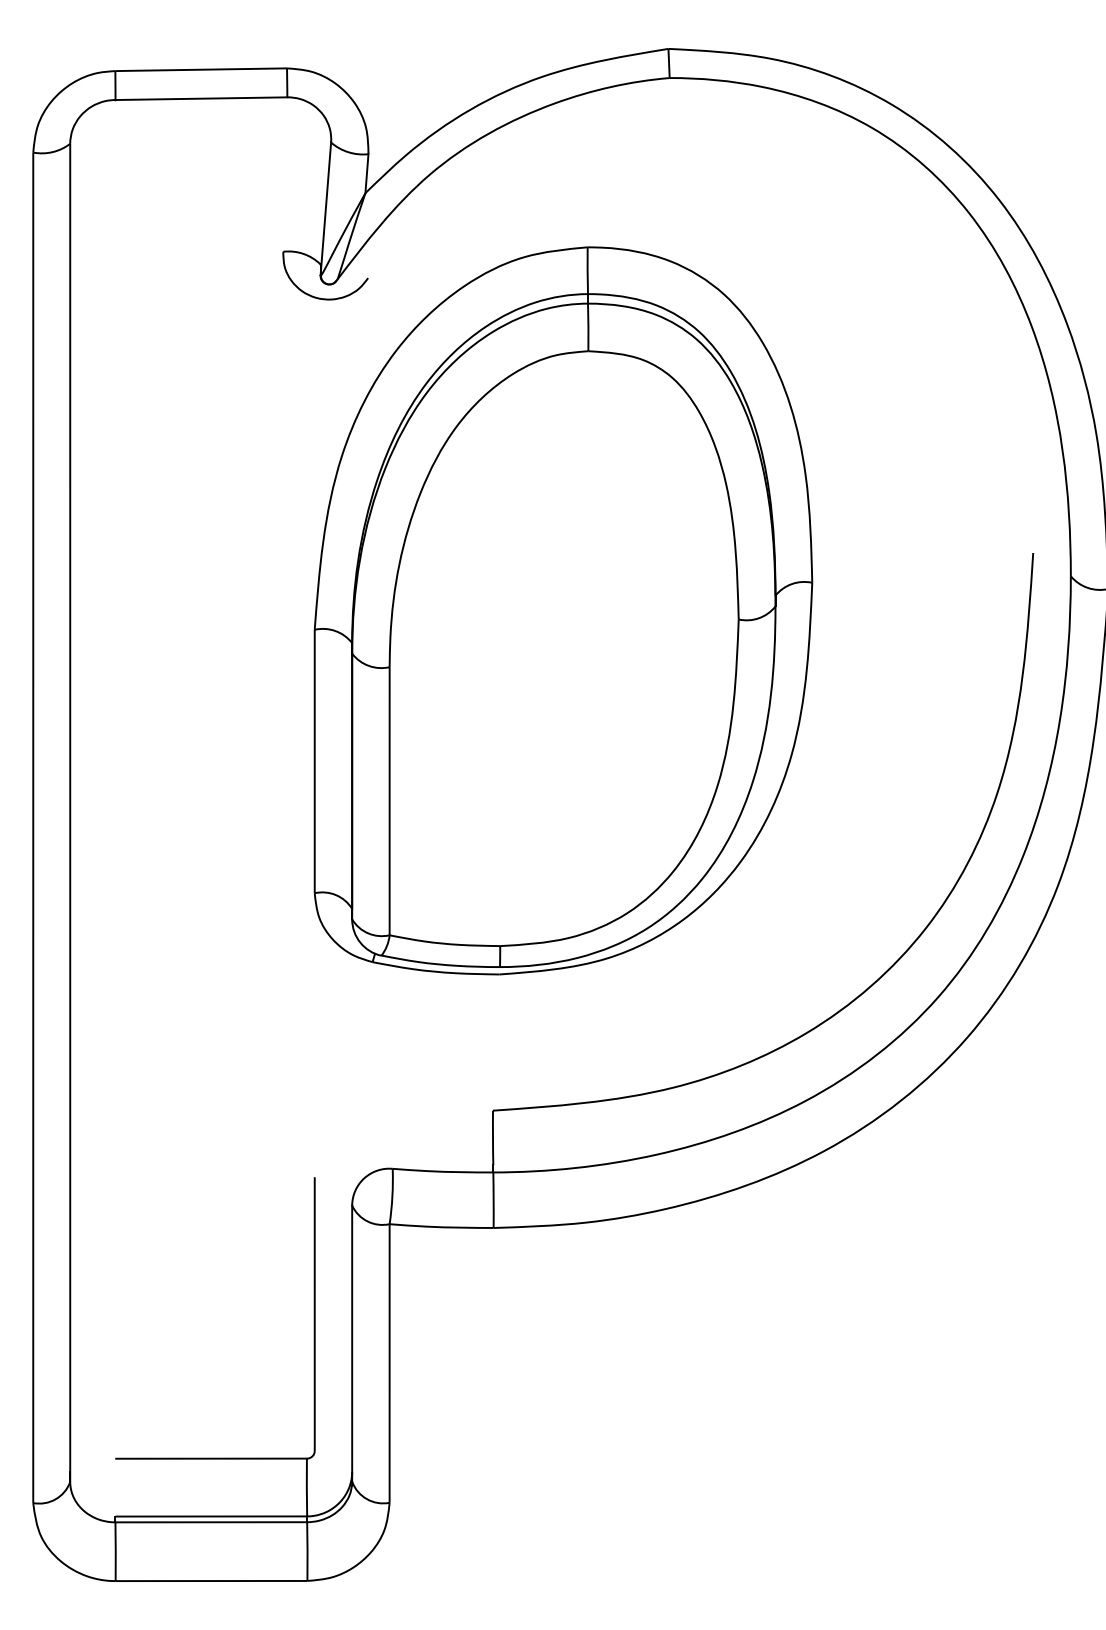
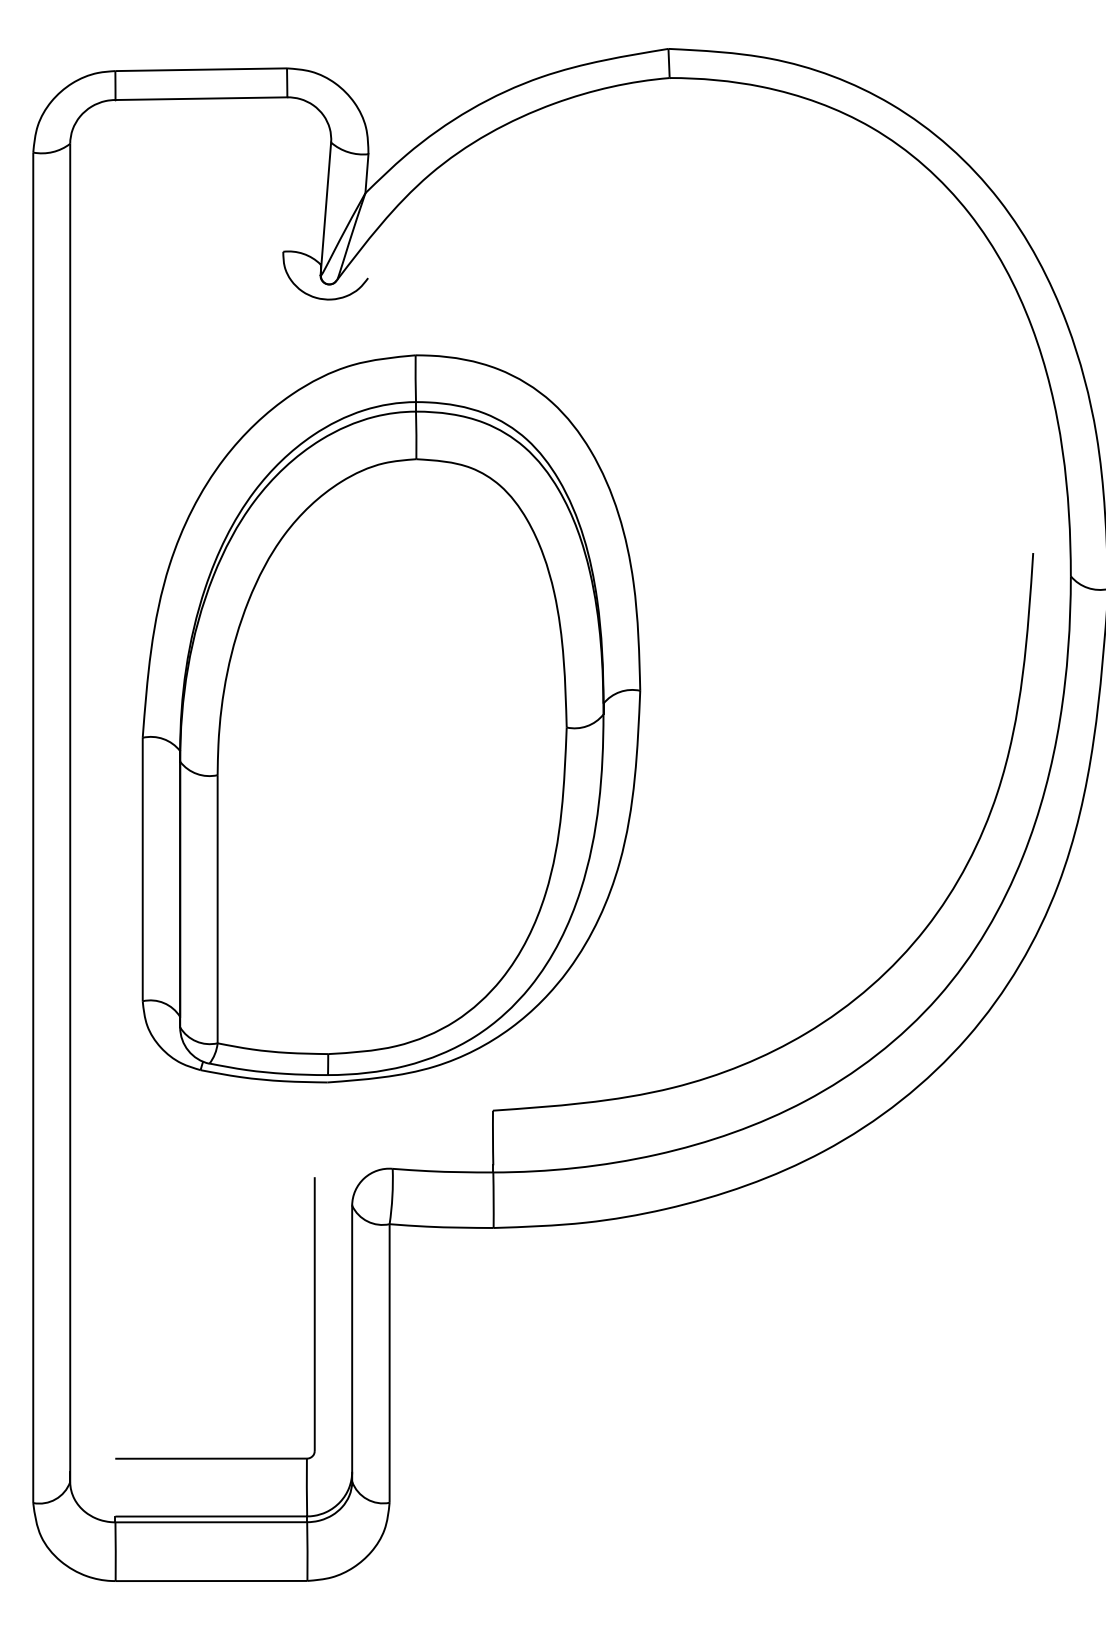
part at (563, 610) position: (563, 610) -> (391, 718)
